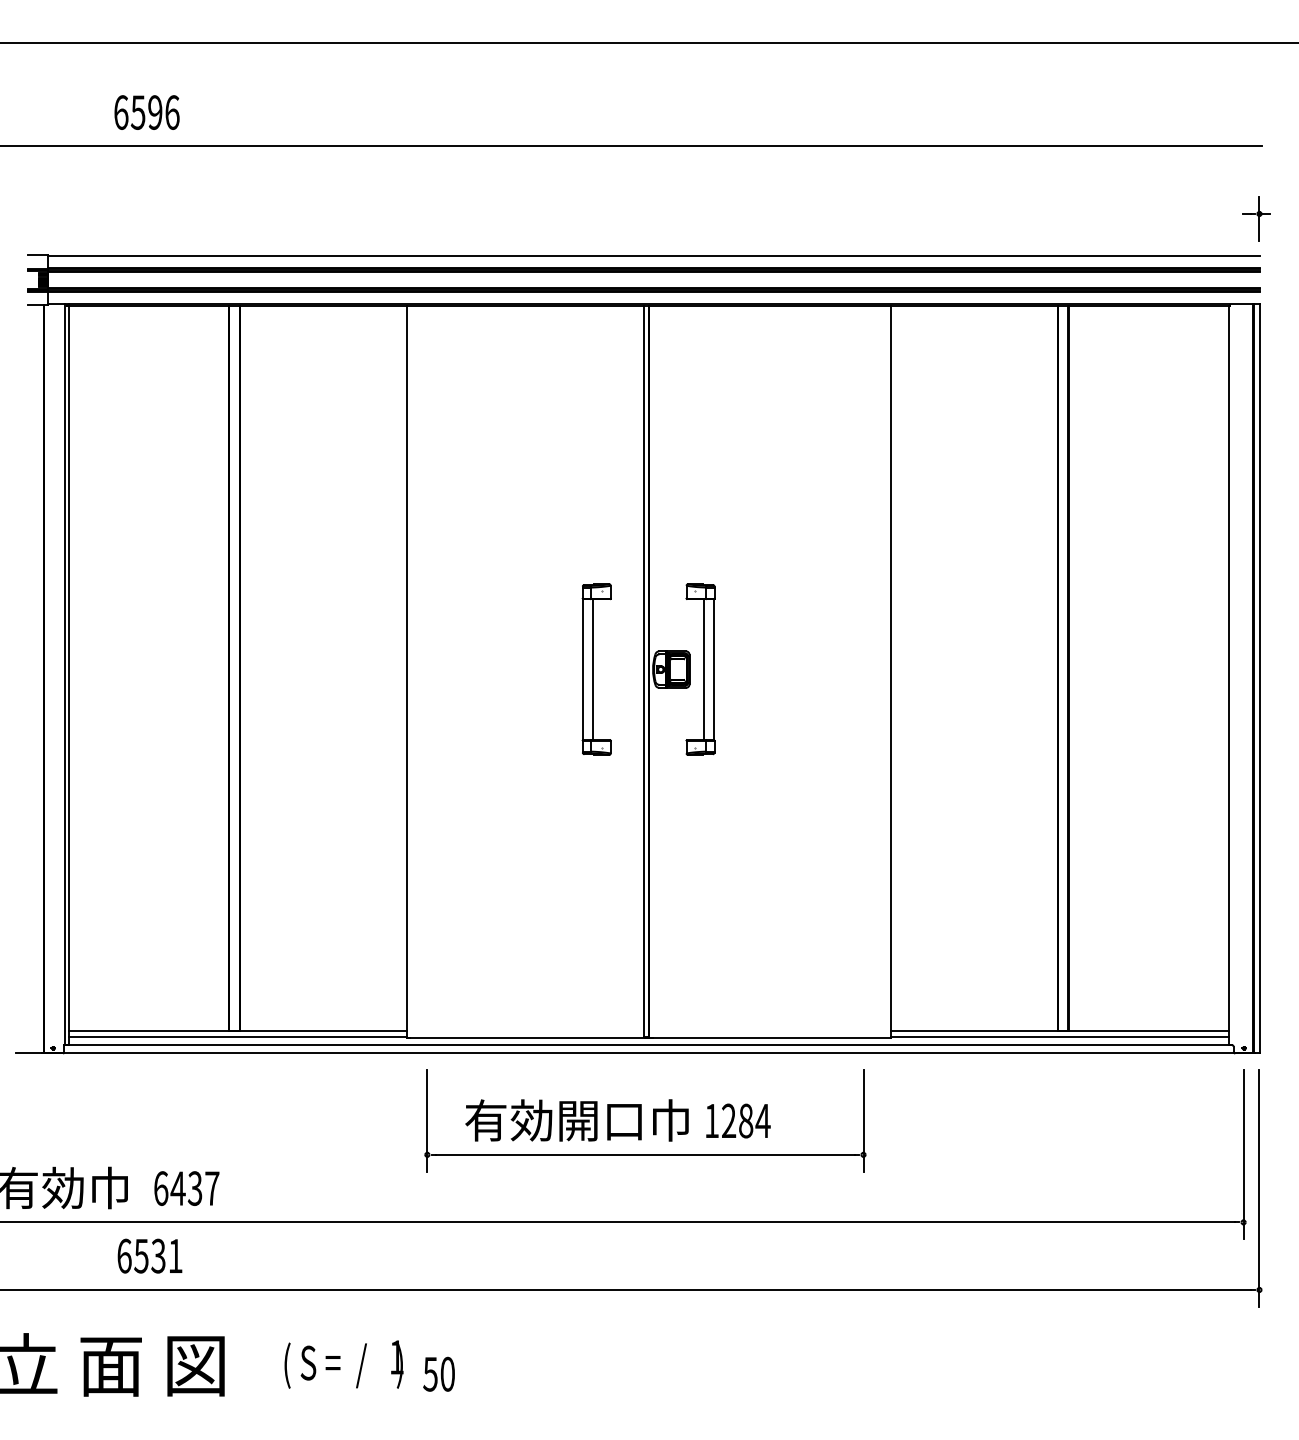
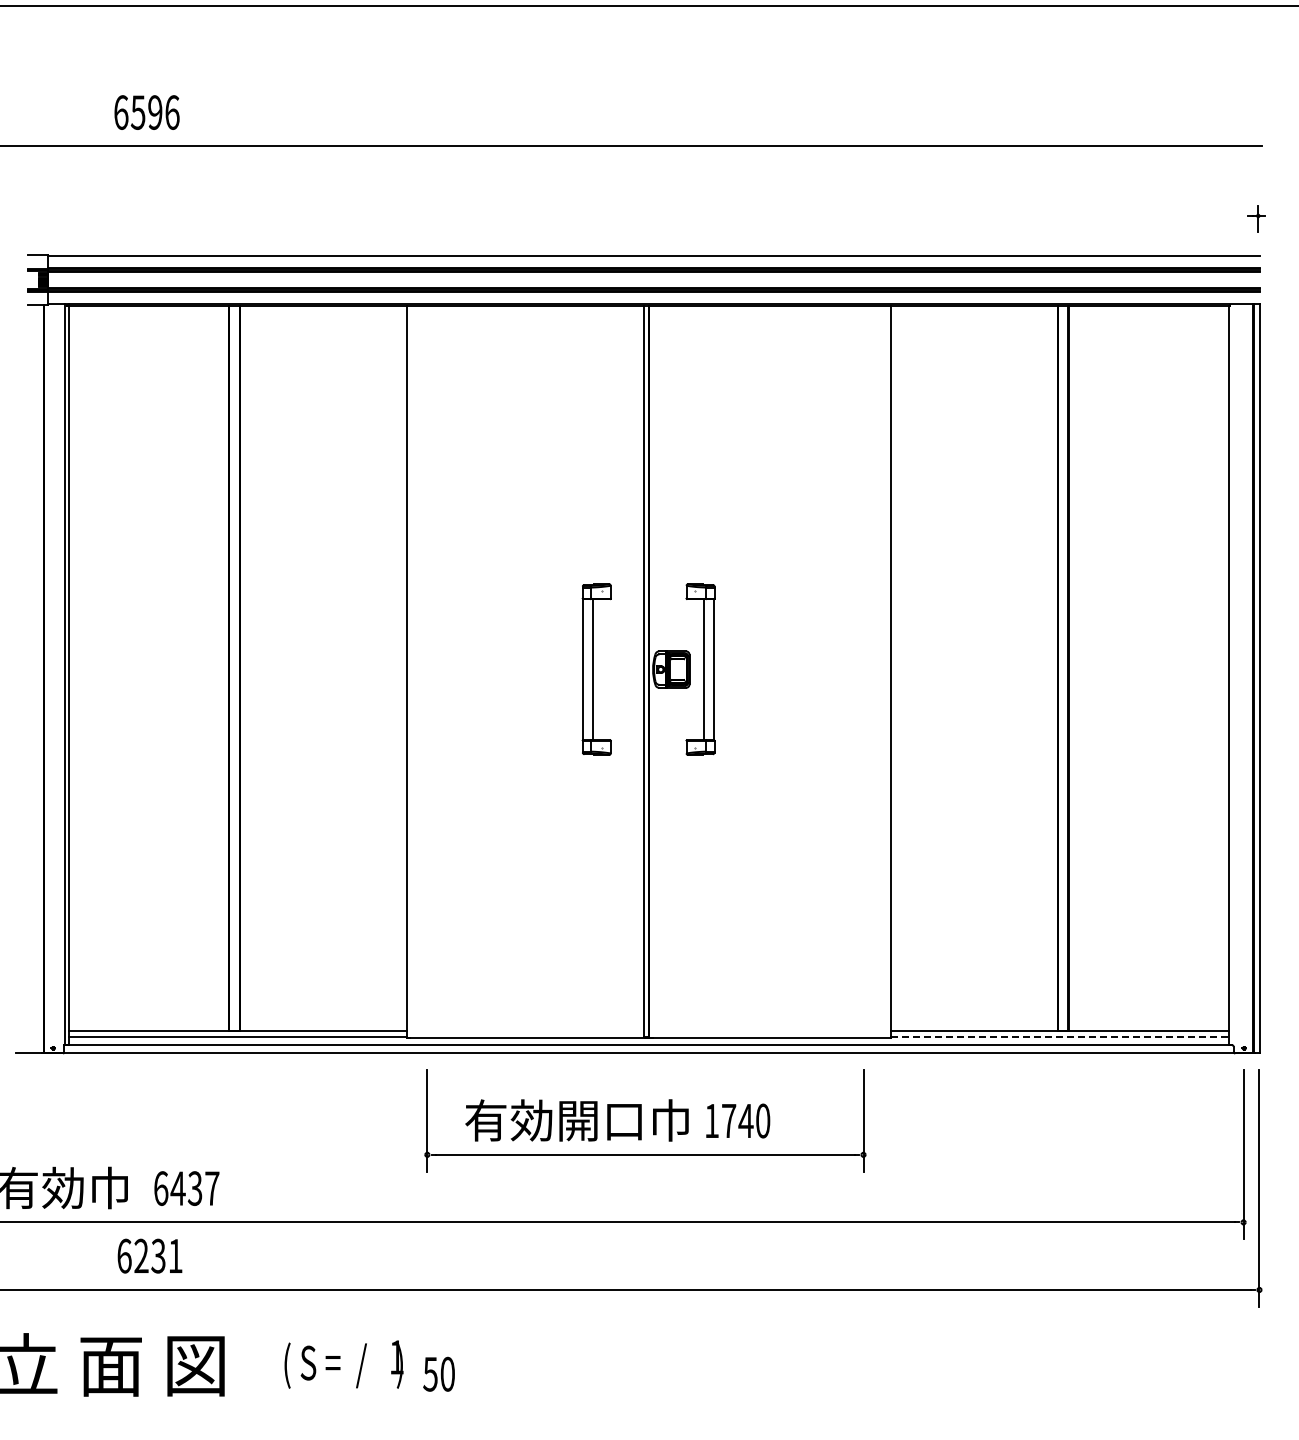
line at (648, 43) position: (648, 43) -> (648, 6)
part at (1256, 218) size: 29x46 px -> 19x28 px
line at (1060, 1037): solid -> dashed
text at (746, 1120): 1284 -> 1740
text at (141, 1255): 6531 -> 6231
